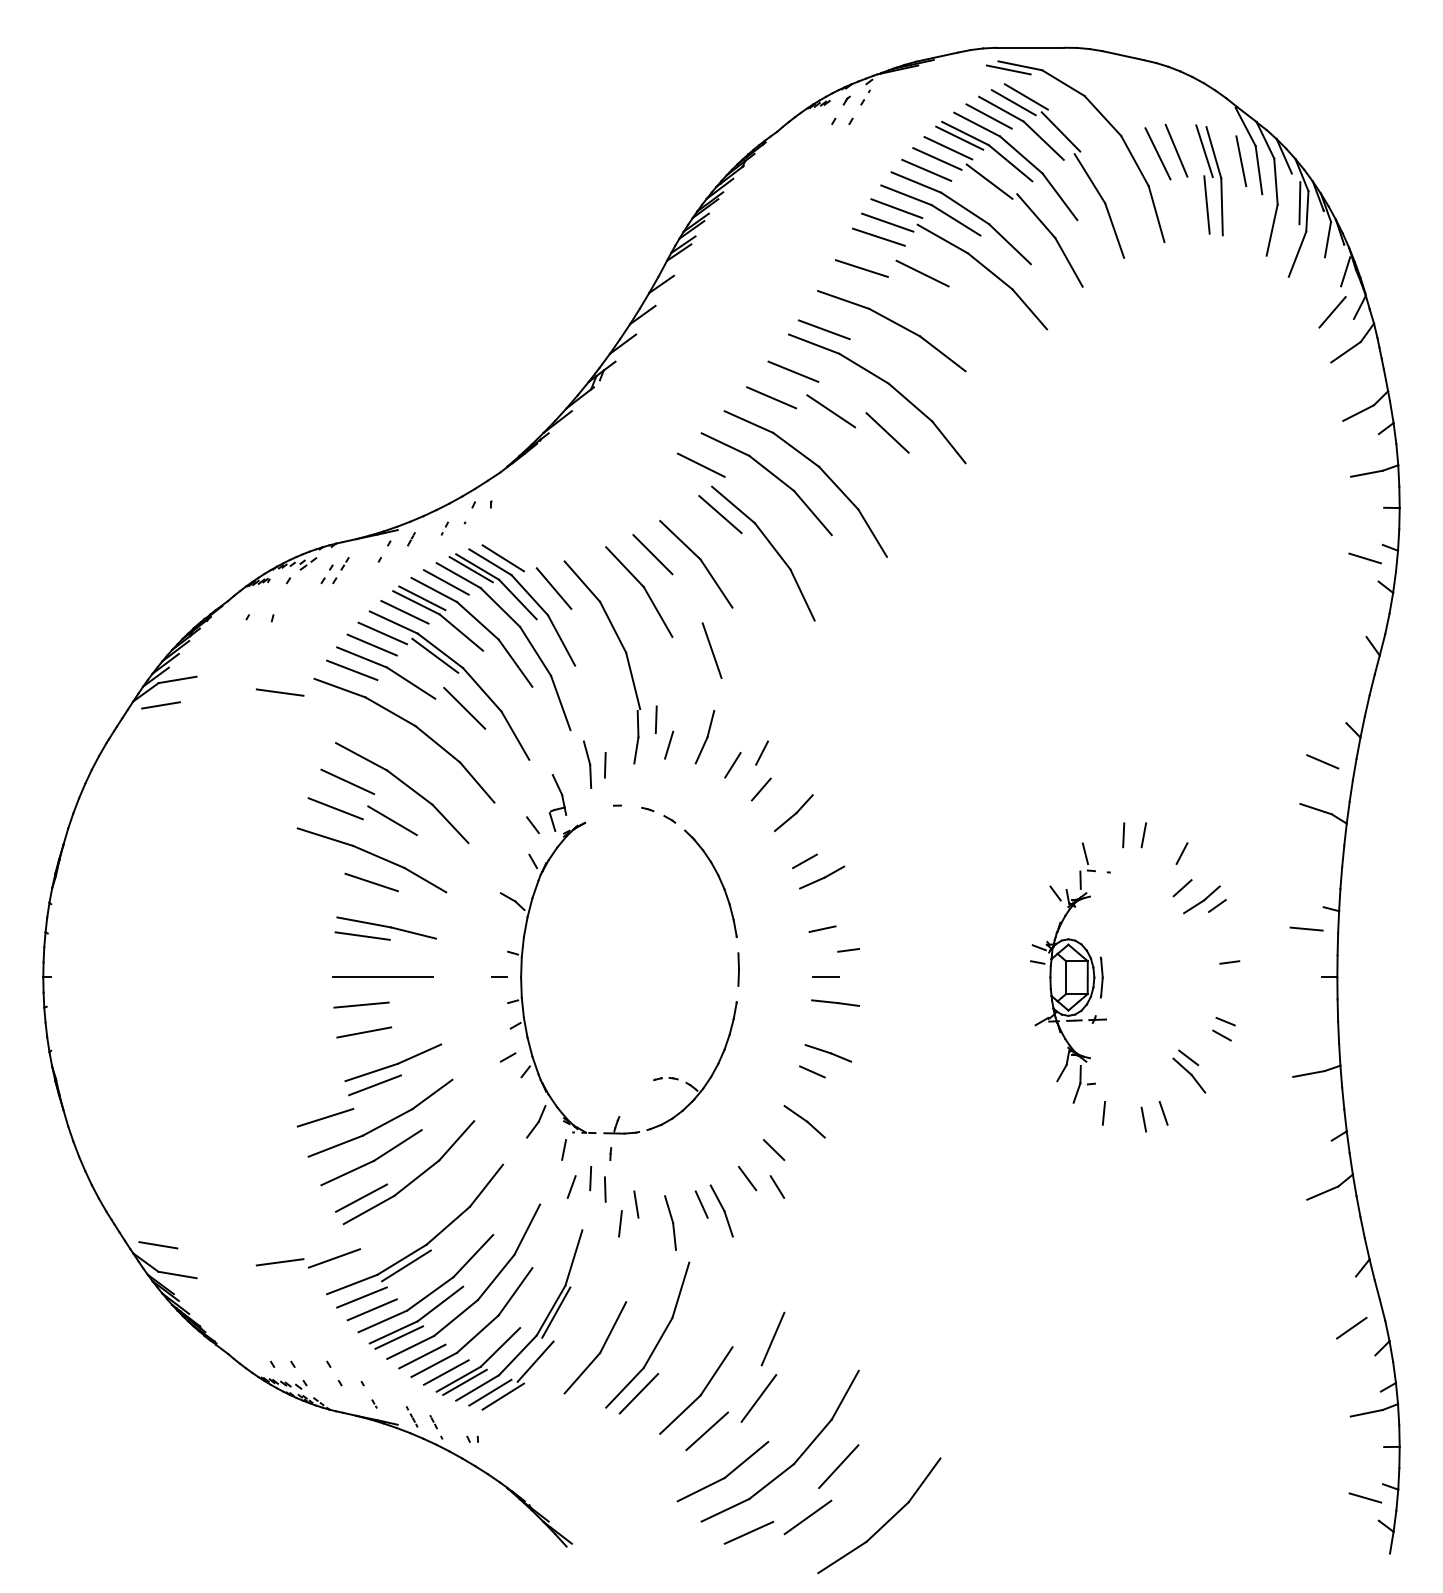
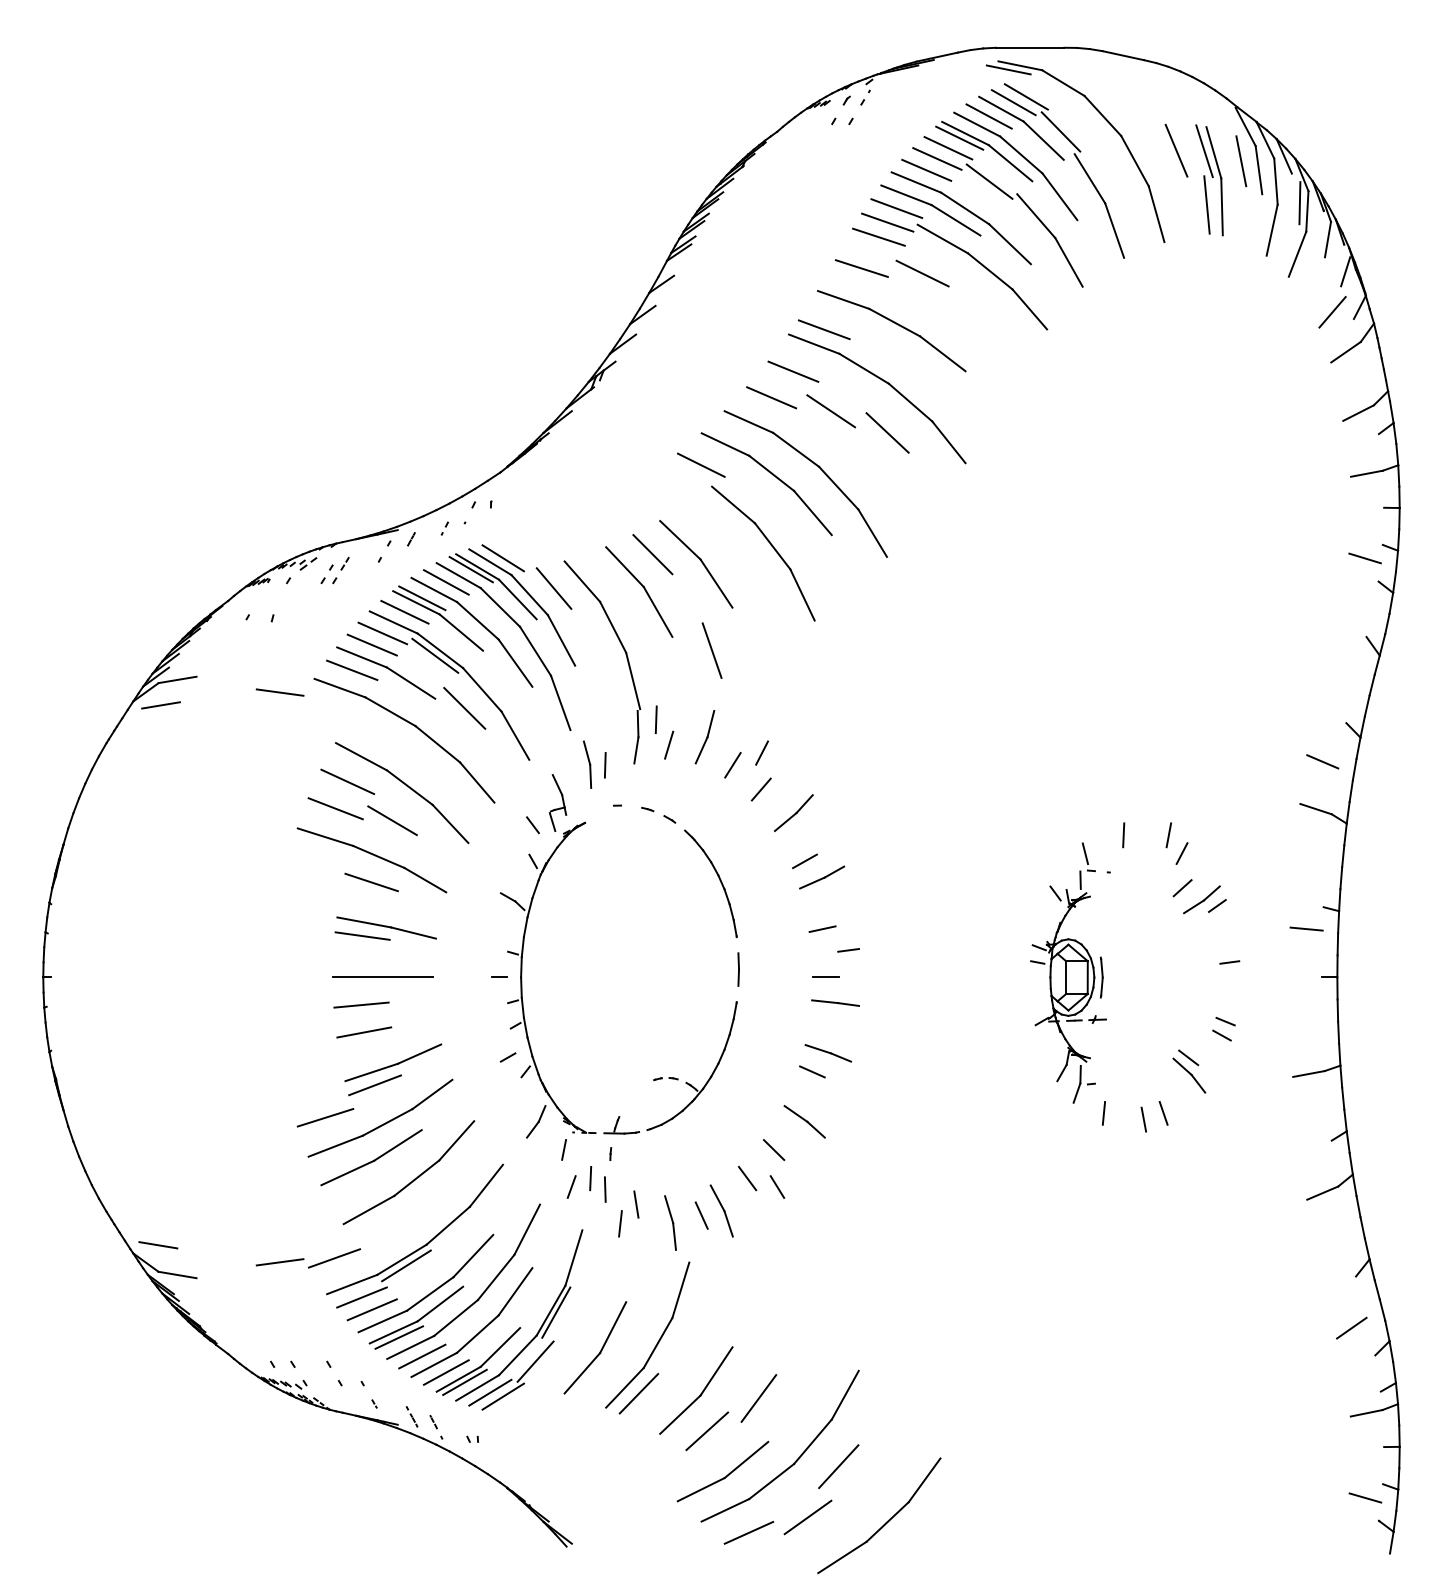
line at (1157, 153): present -> none
line at (720, 514): present -> none
line at (1143, 835) position: (1143, 835) -> (1168, 835)
line at (361, 1197): present -> none
line at (701, 1204) position: (701, 1204) -> (701, 1215)
line at (772, 1338): present -> none
